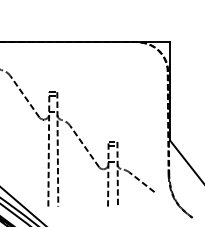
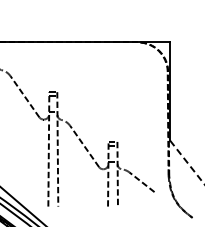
line at (187, 162): solid -> dashed
